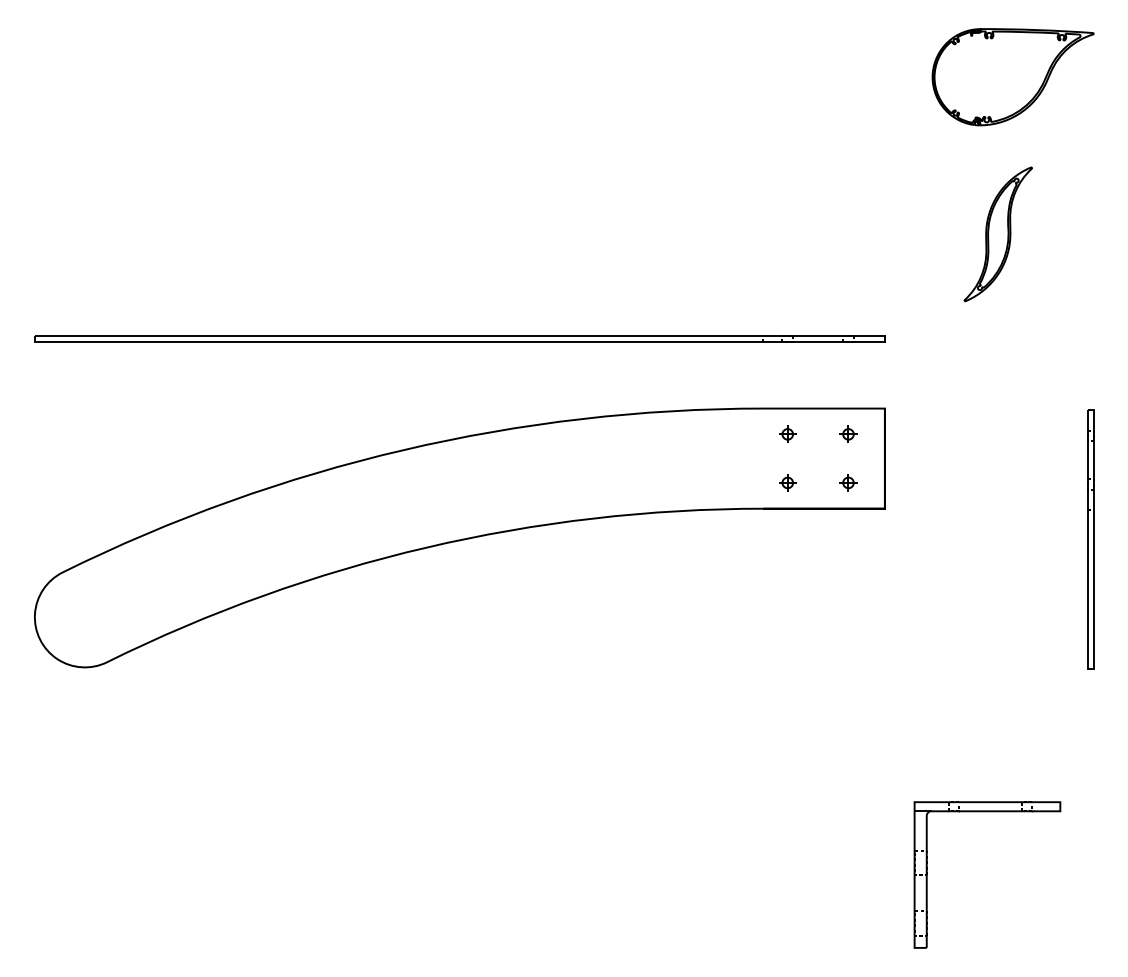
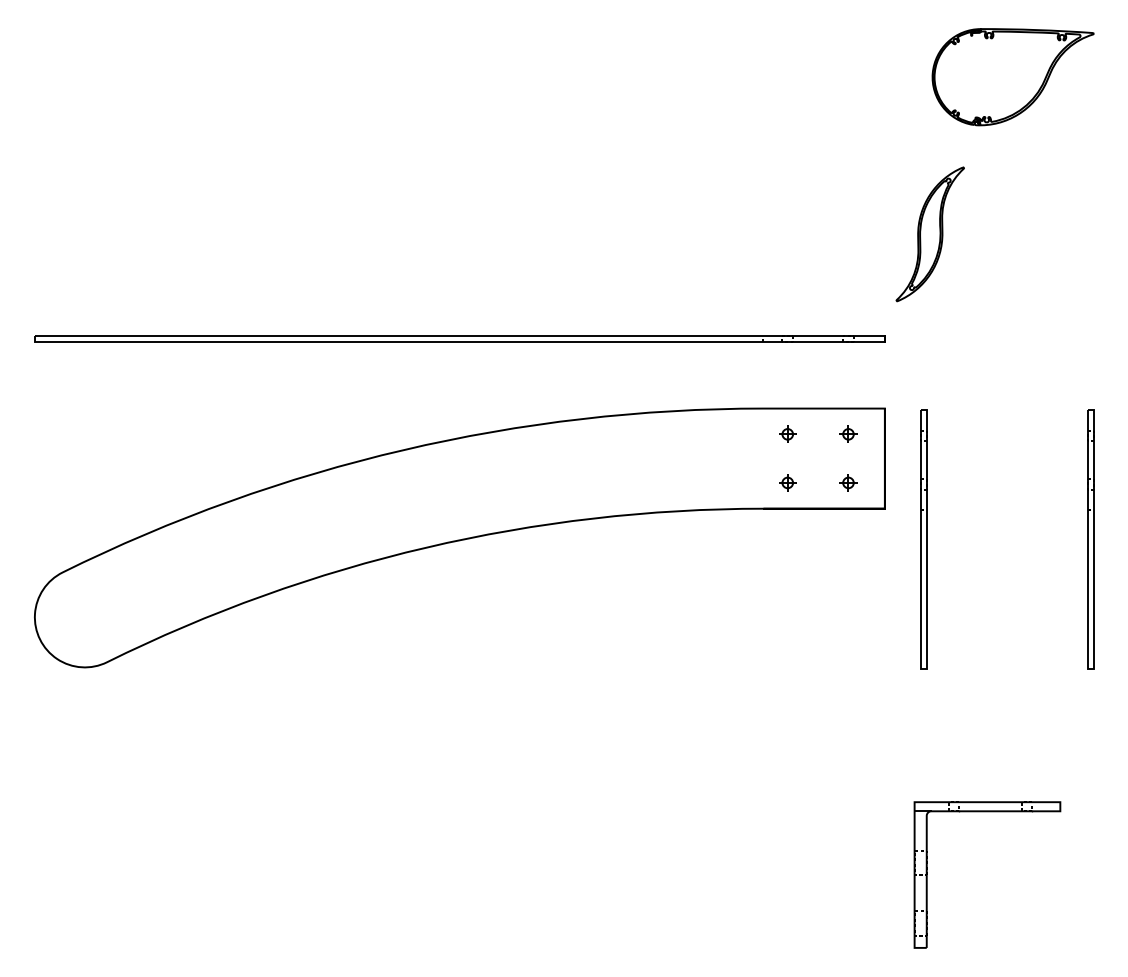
part at (997, 234) position: (997, 234) -> (929, 234)
part at (923, 539): none -> present
